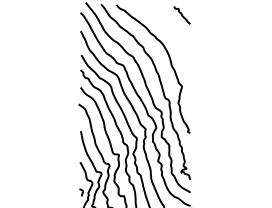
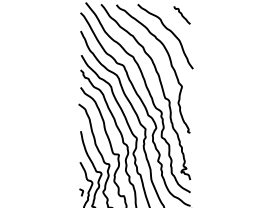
curve at (167, 30): none -> present
